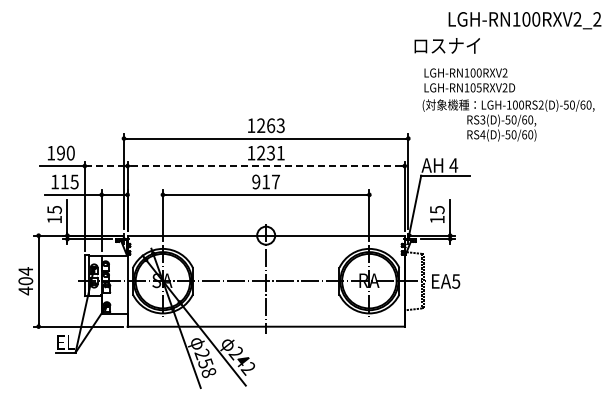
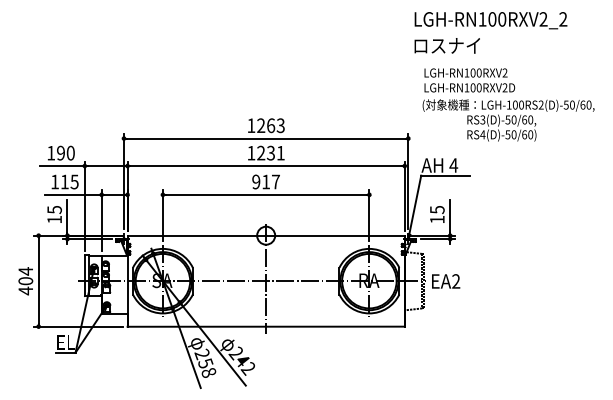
text at (524, 20) position: (524, 20) -> (490, 20)
text at (478, 87): LGH-RN105RXV2D -> LGH-RN100RXV2D
line at (106, 166): dashed -> solid
line at (266, 166): dashed -> solid
text at (456, 281): EA5 -> EA2
